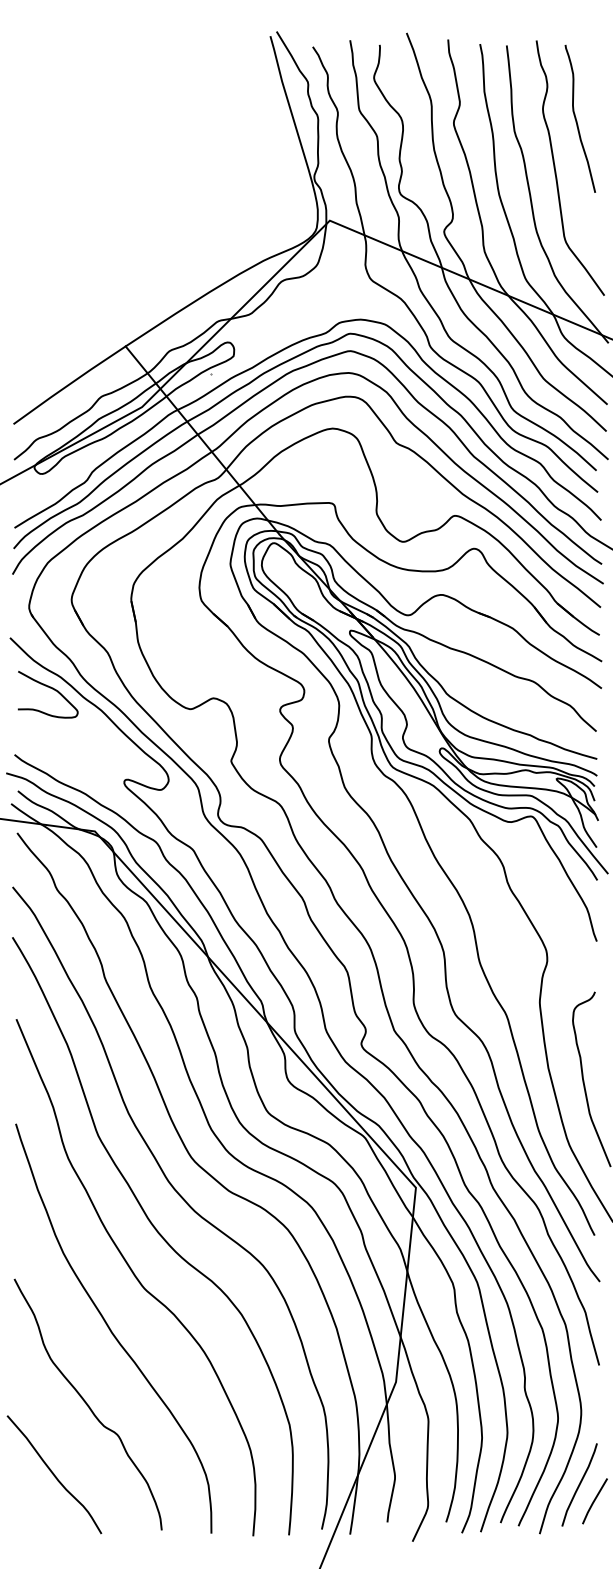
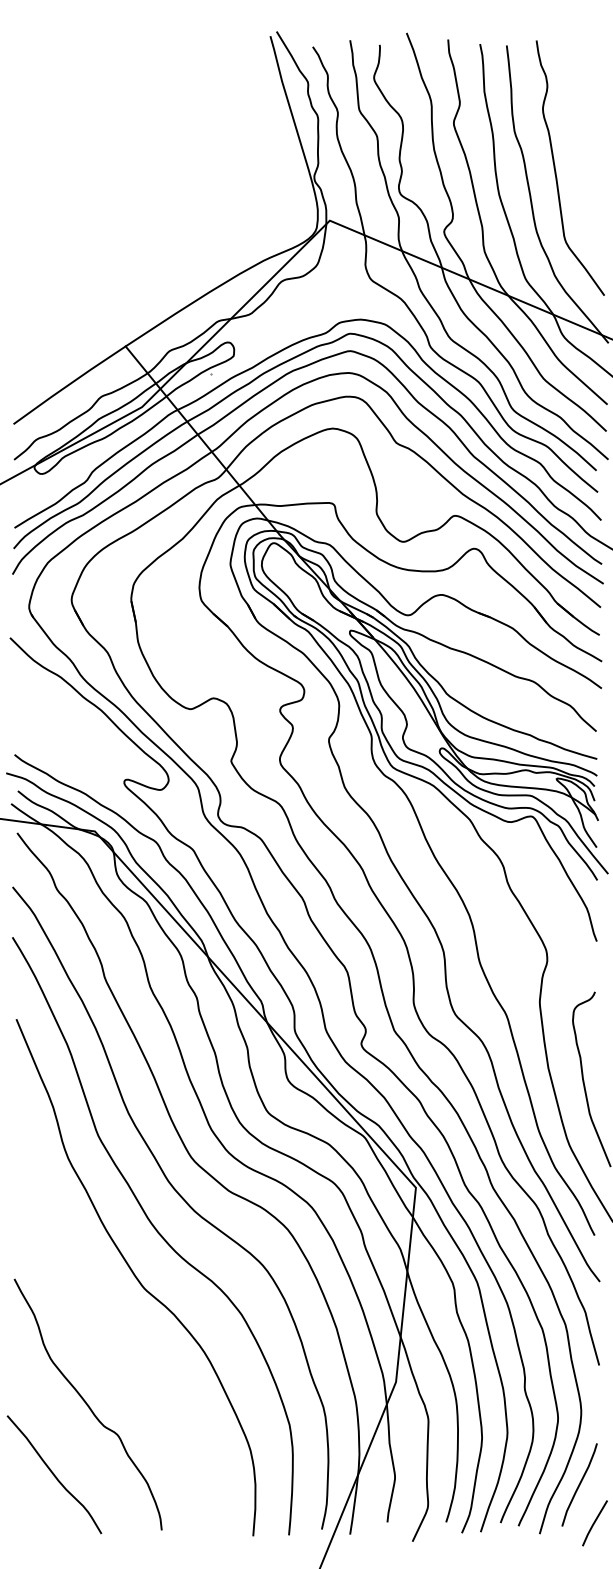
curve at (577, 120): present -> none
curve at (49, 688): present -> none
curve at (111, 1329): present -> none
line at (594, 1501) position: (594, 1501) -> (594, 1523)
